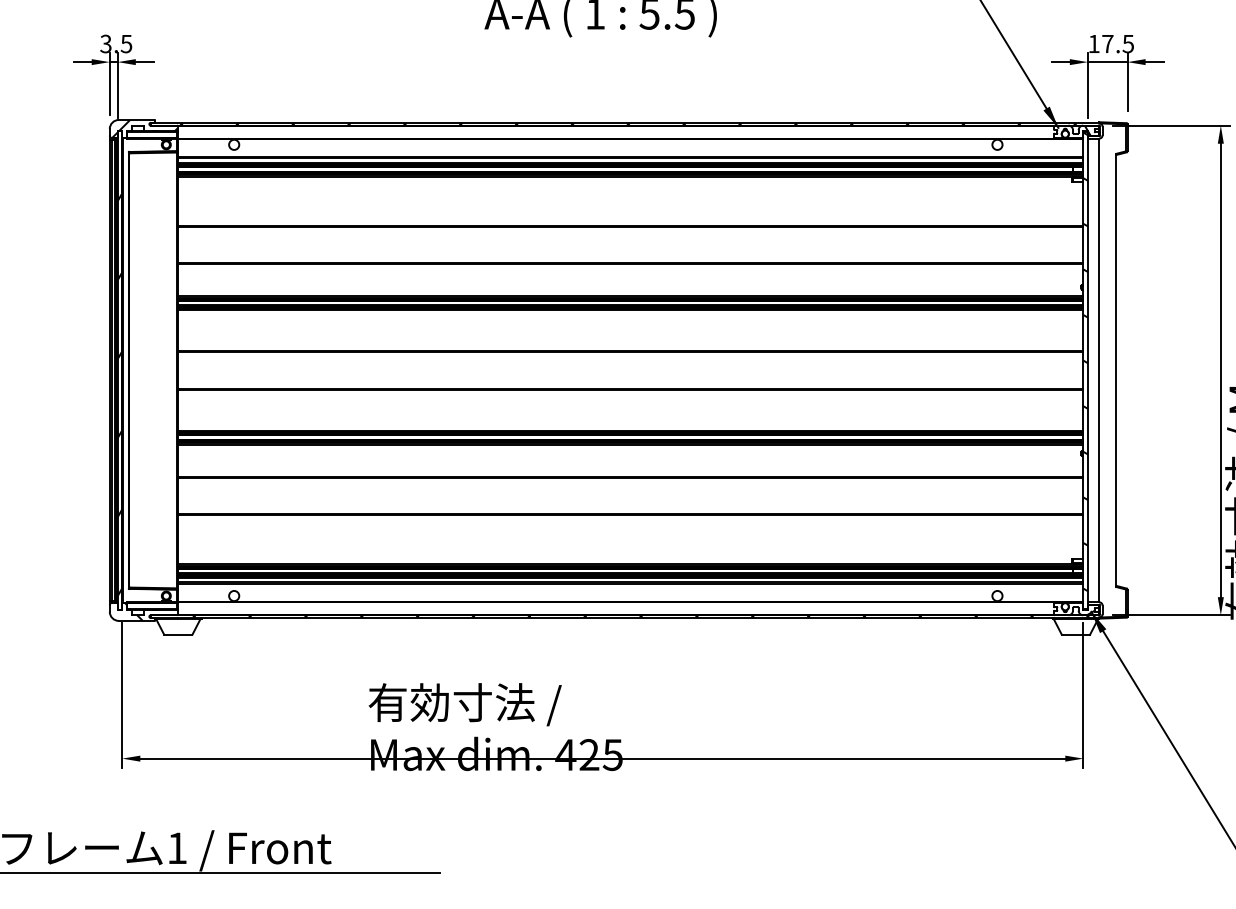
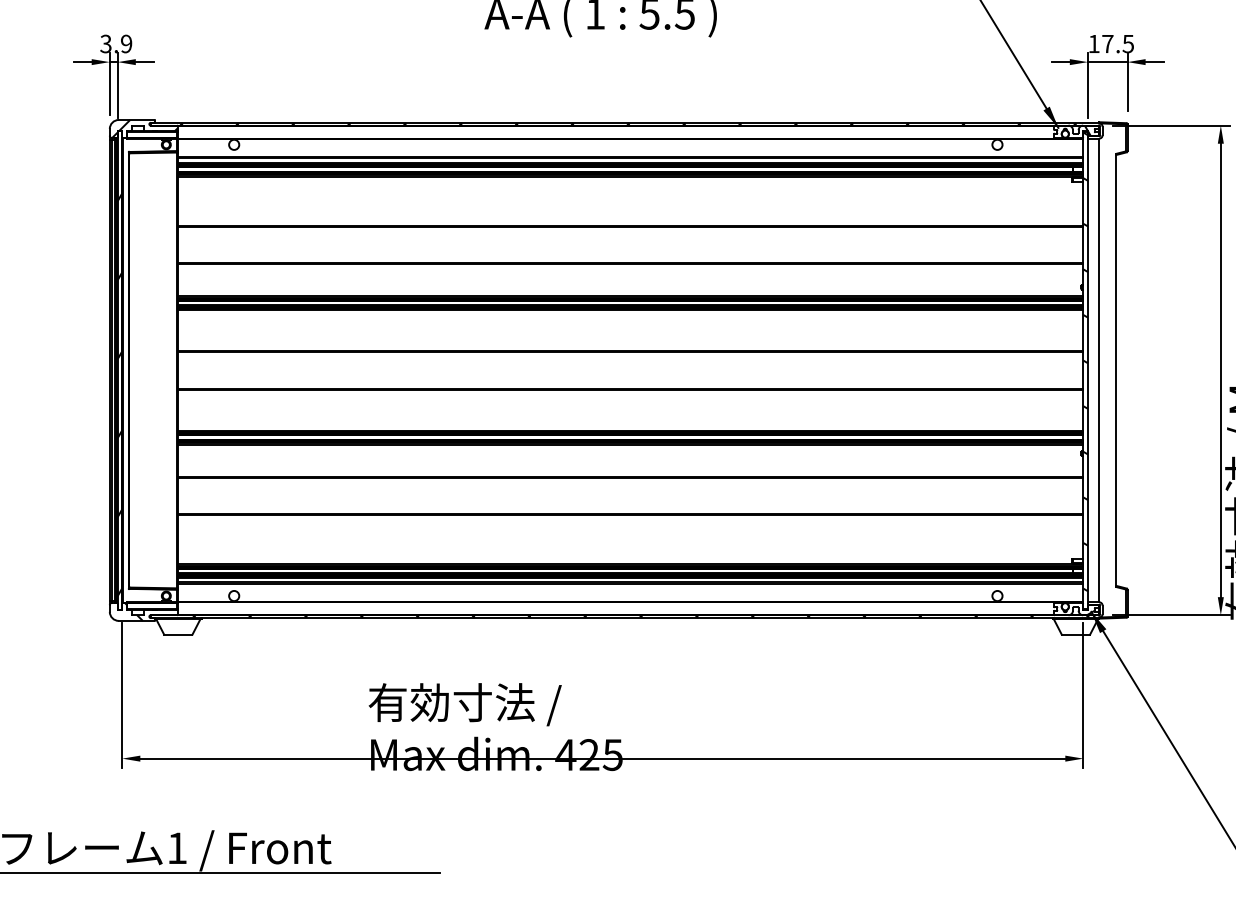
text at (126, 43): 3.5 -> 3.9
